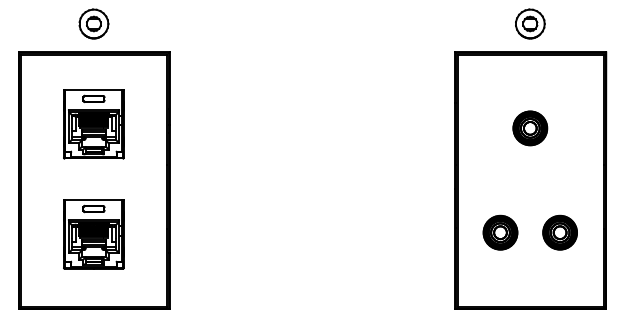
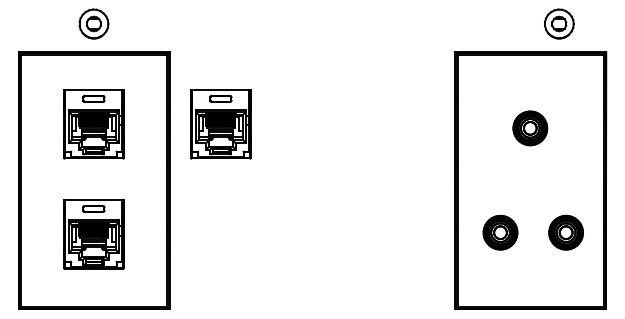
part at (530, 23) position: (530, 23) -> (559, 23)
part at (220, 124): none -> present
part at (559, 232) position: (559, 232) -> (565, 232)
